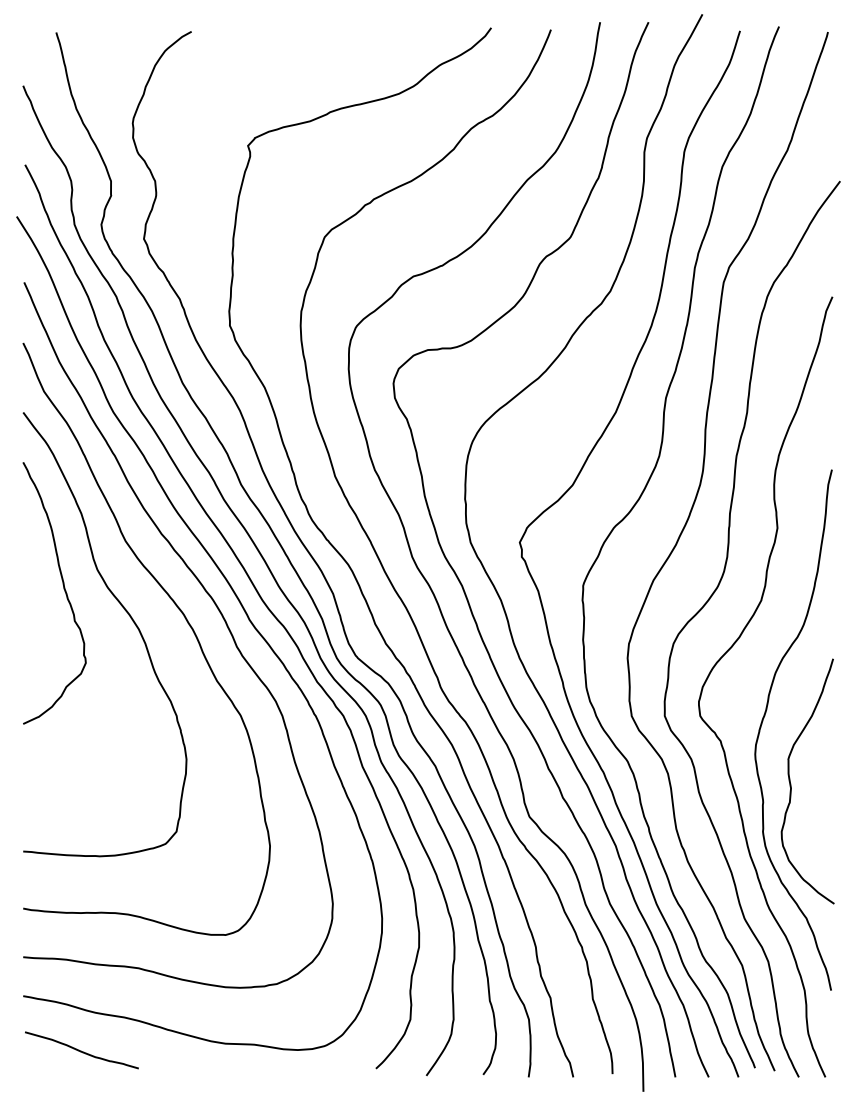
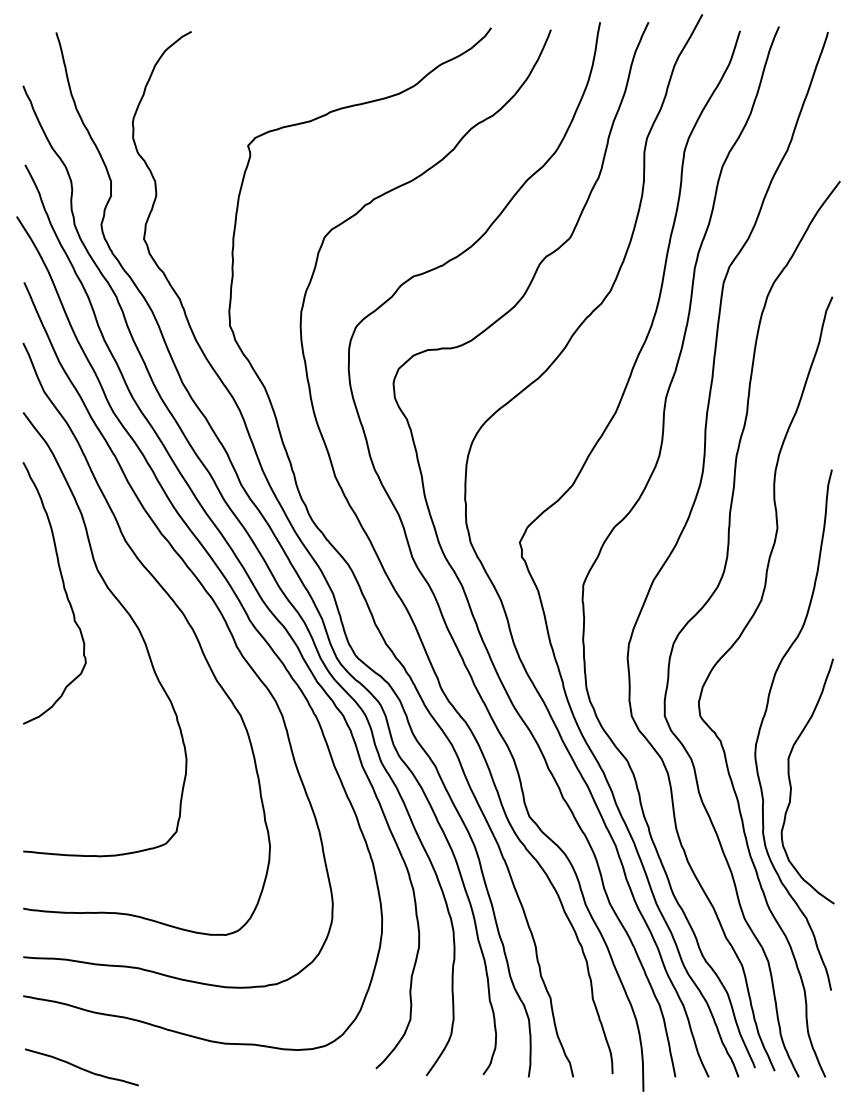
curve at (81, 1050) position: (81, 1050) -> (81, 1067)
